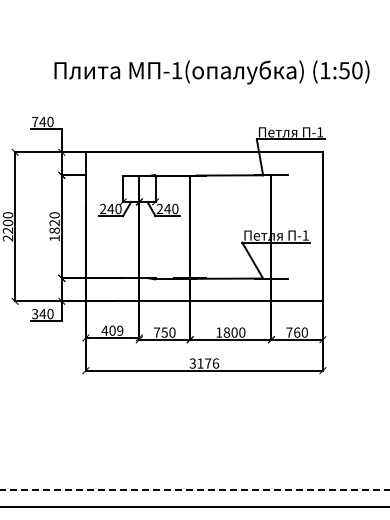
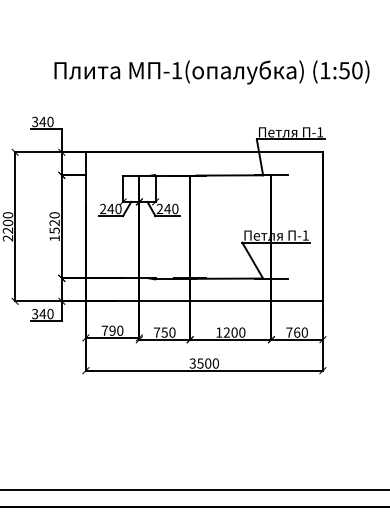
text at (35, 121): 740 -> 340
text at (54, 230): 1820 -> 1520
text at (112, 330): 409 -> 790
text at (226, 332): 1800 -> 1200
text at (208, 363): 3176 -> 3500
line at (194, 490): dashed -> solid
